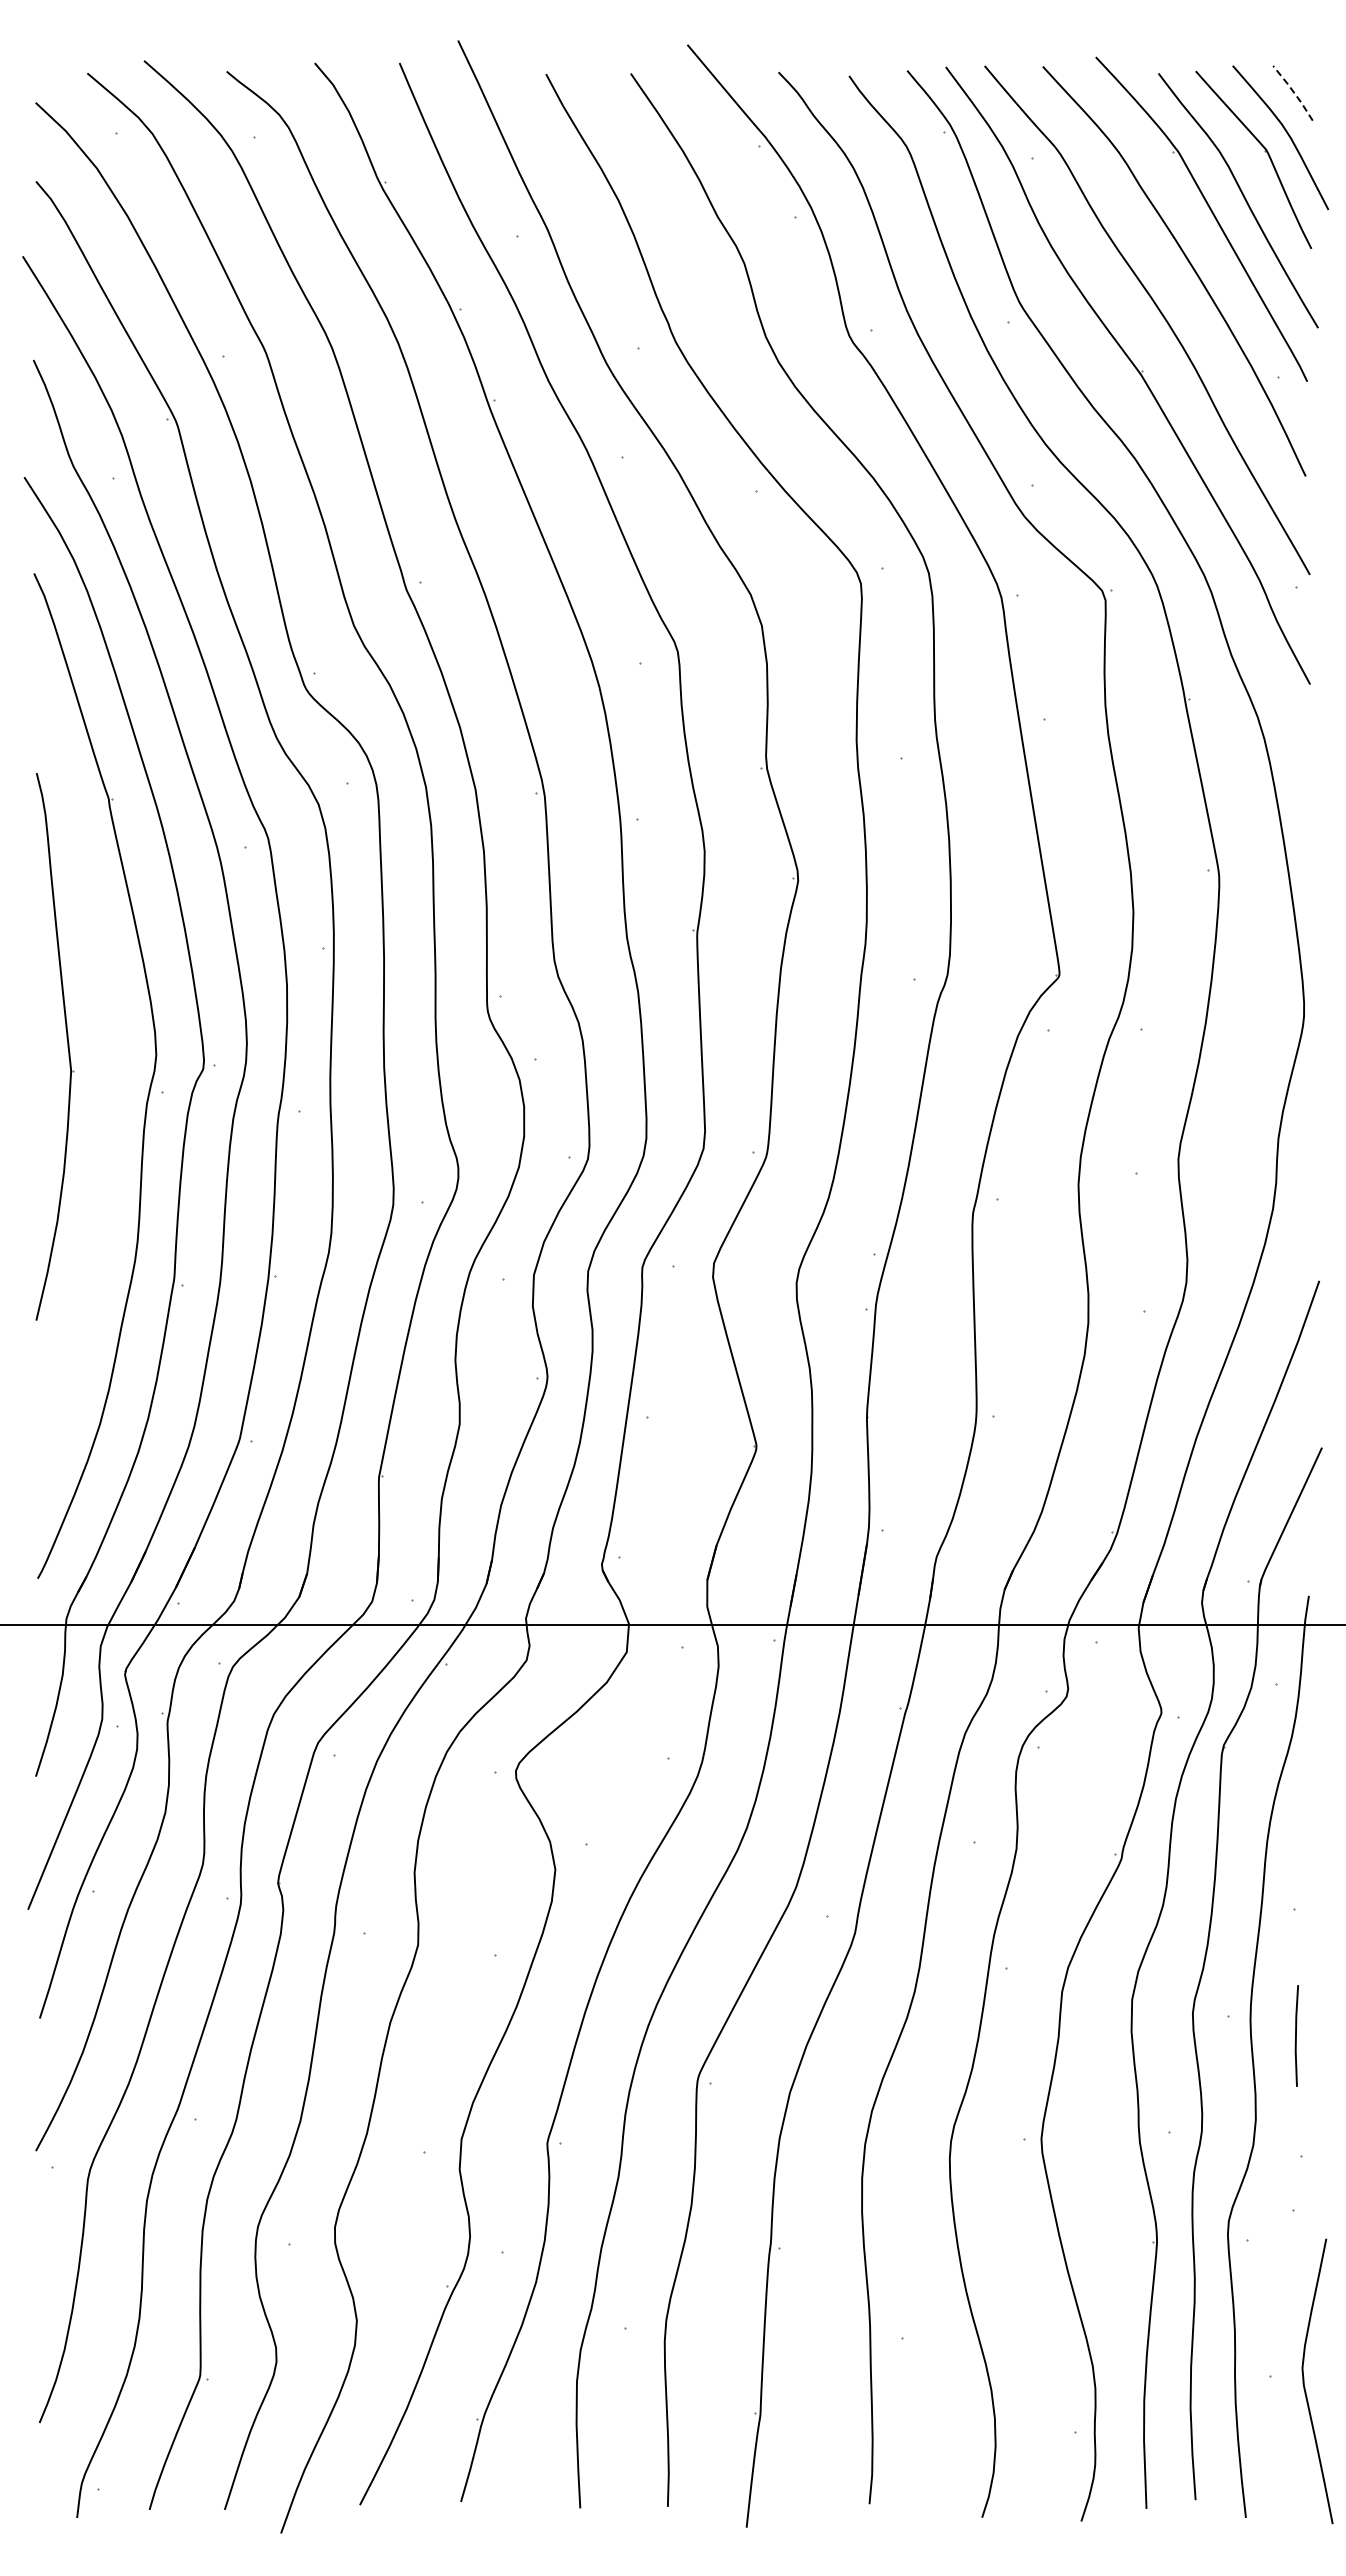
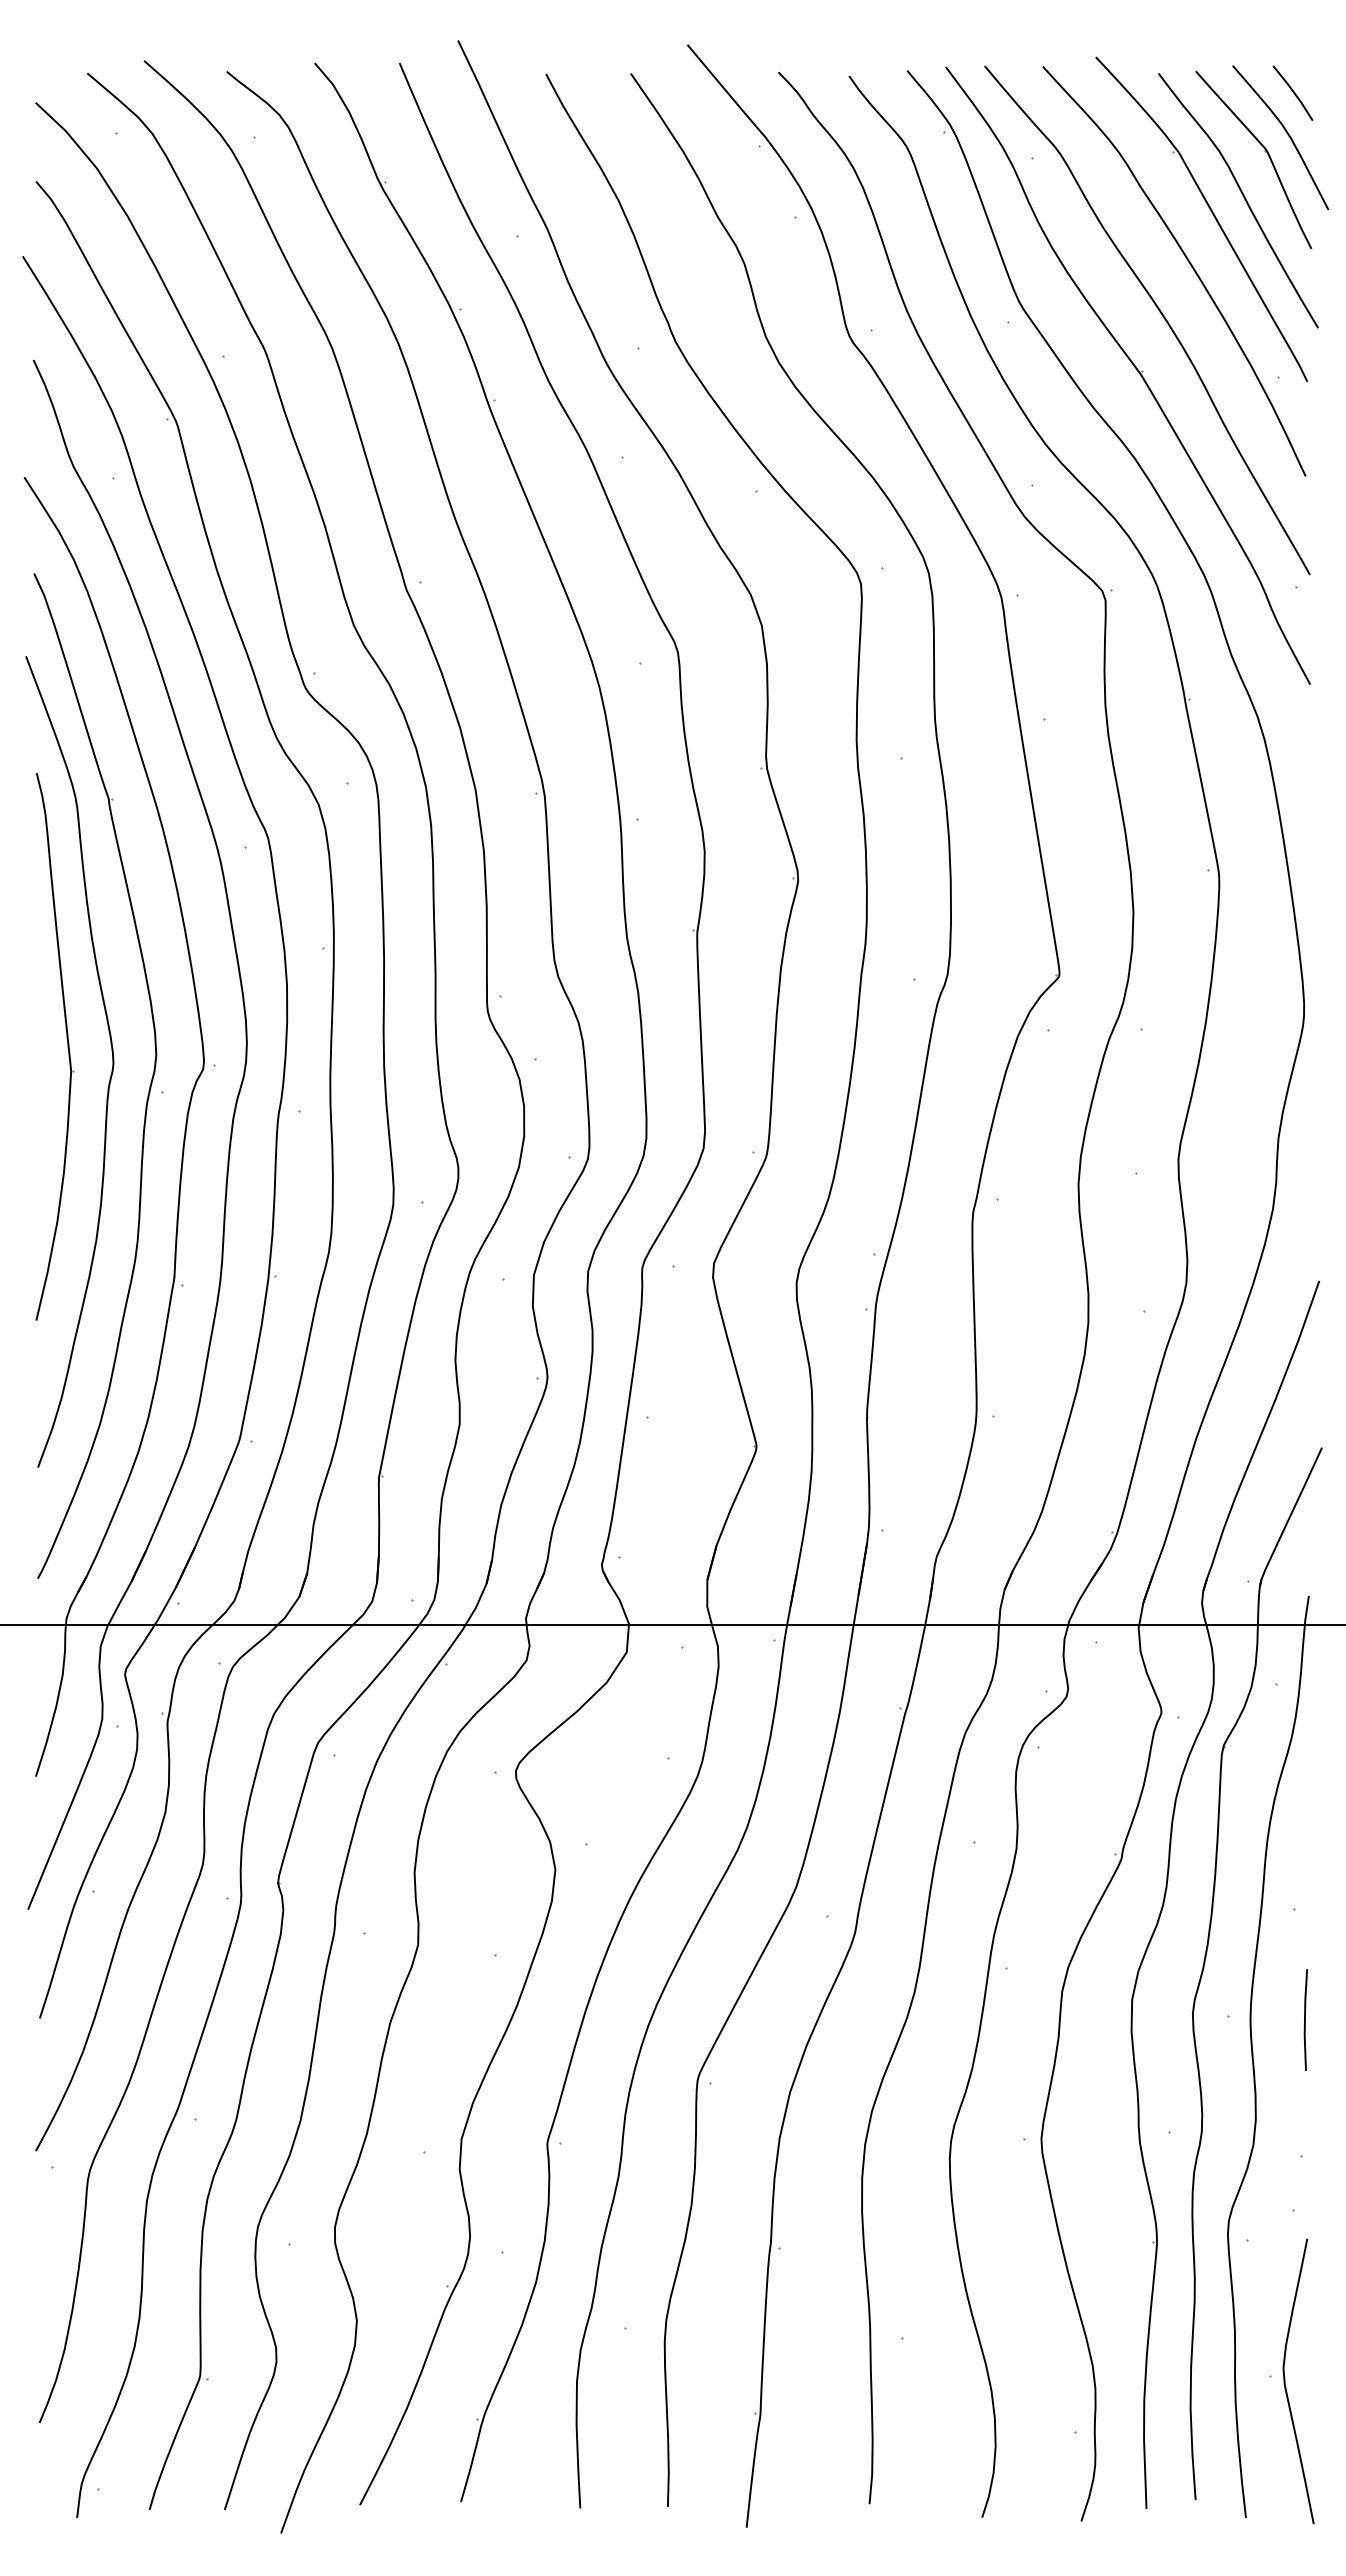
line at (1293, 92): dashed -> solid
curve at (111, 1069): none -> present
line at (1296, 2035) position: (1296, 2035) -> (1305, 2019)
curve at (1304, 2381) position: (1304, 2381) -> (1285, 2381)
